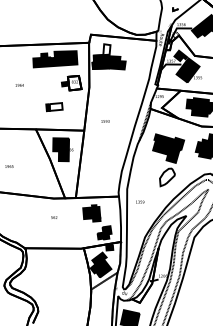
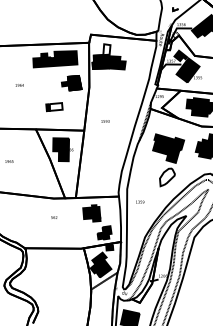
fill at (74, 82): none -> present
text at (9, 166) position: (9, 166) -> (9, 161)
